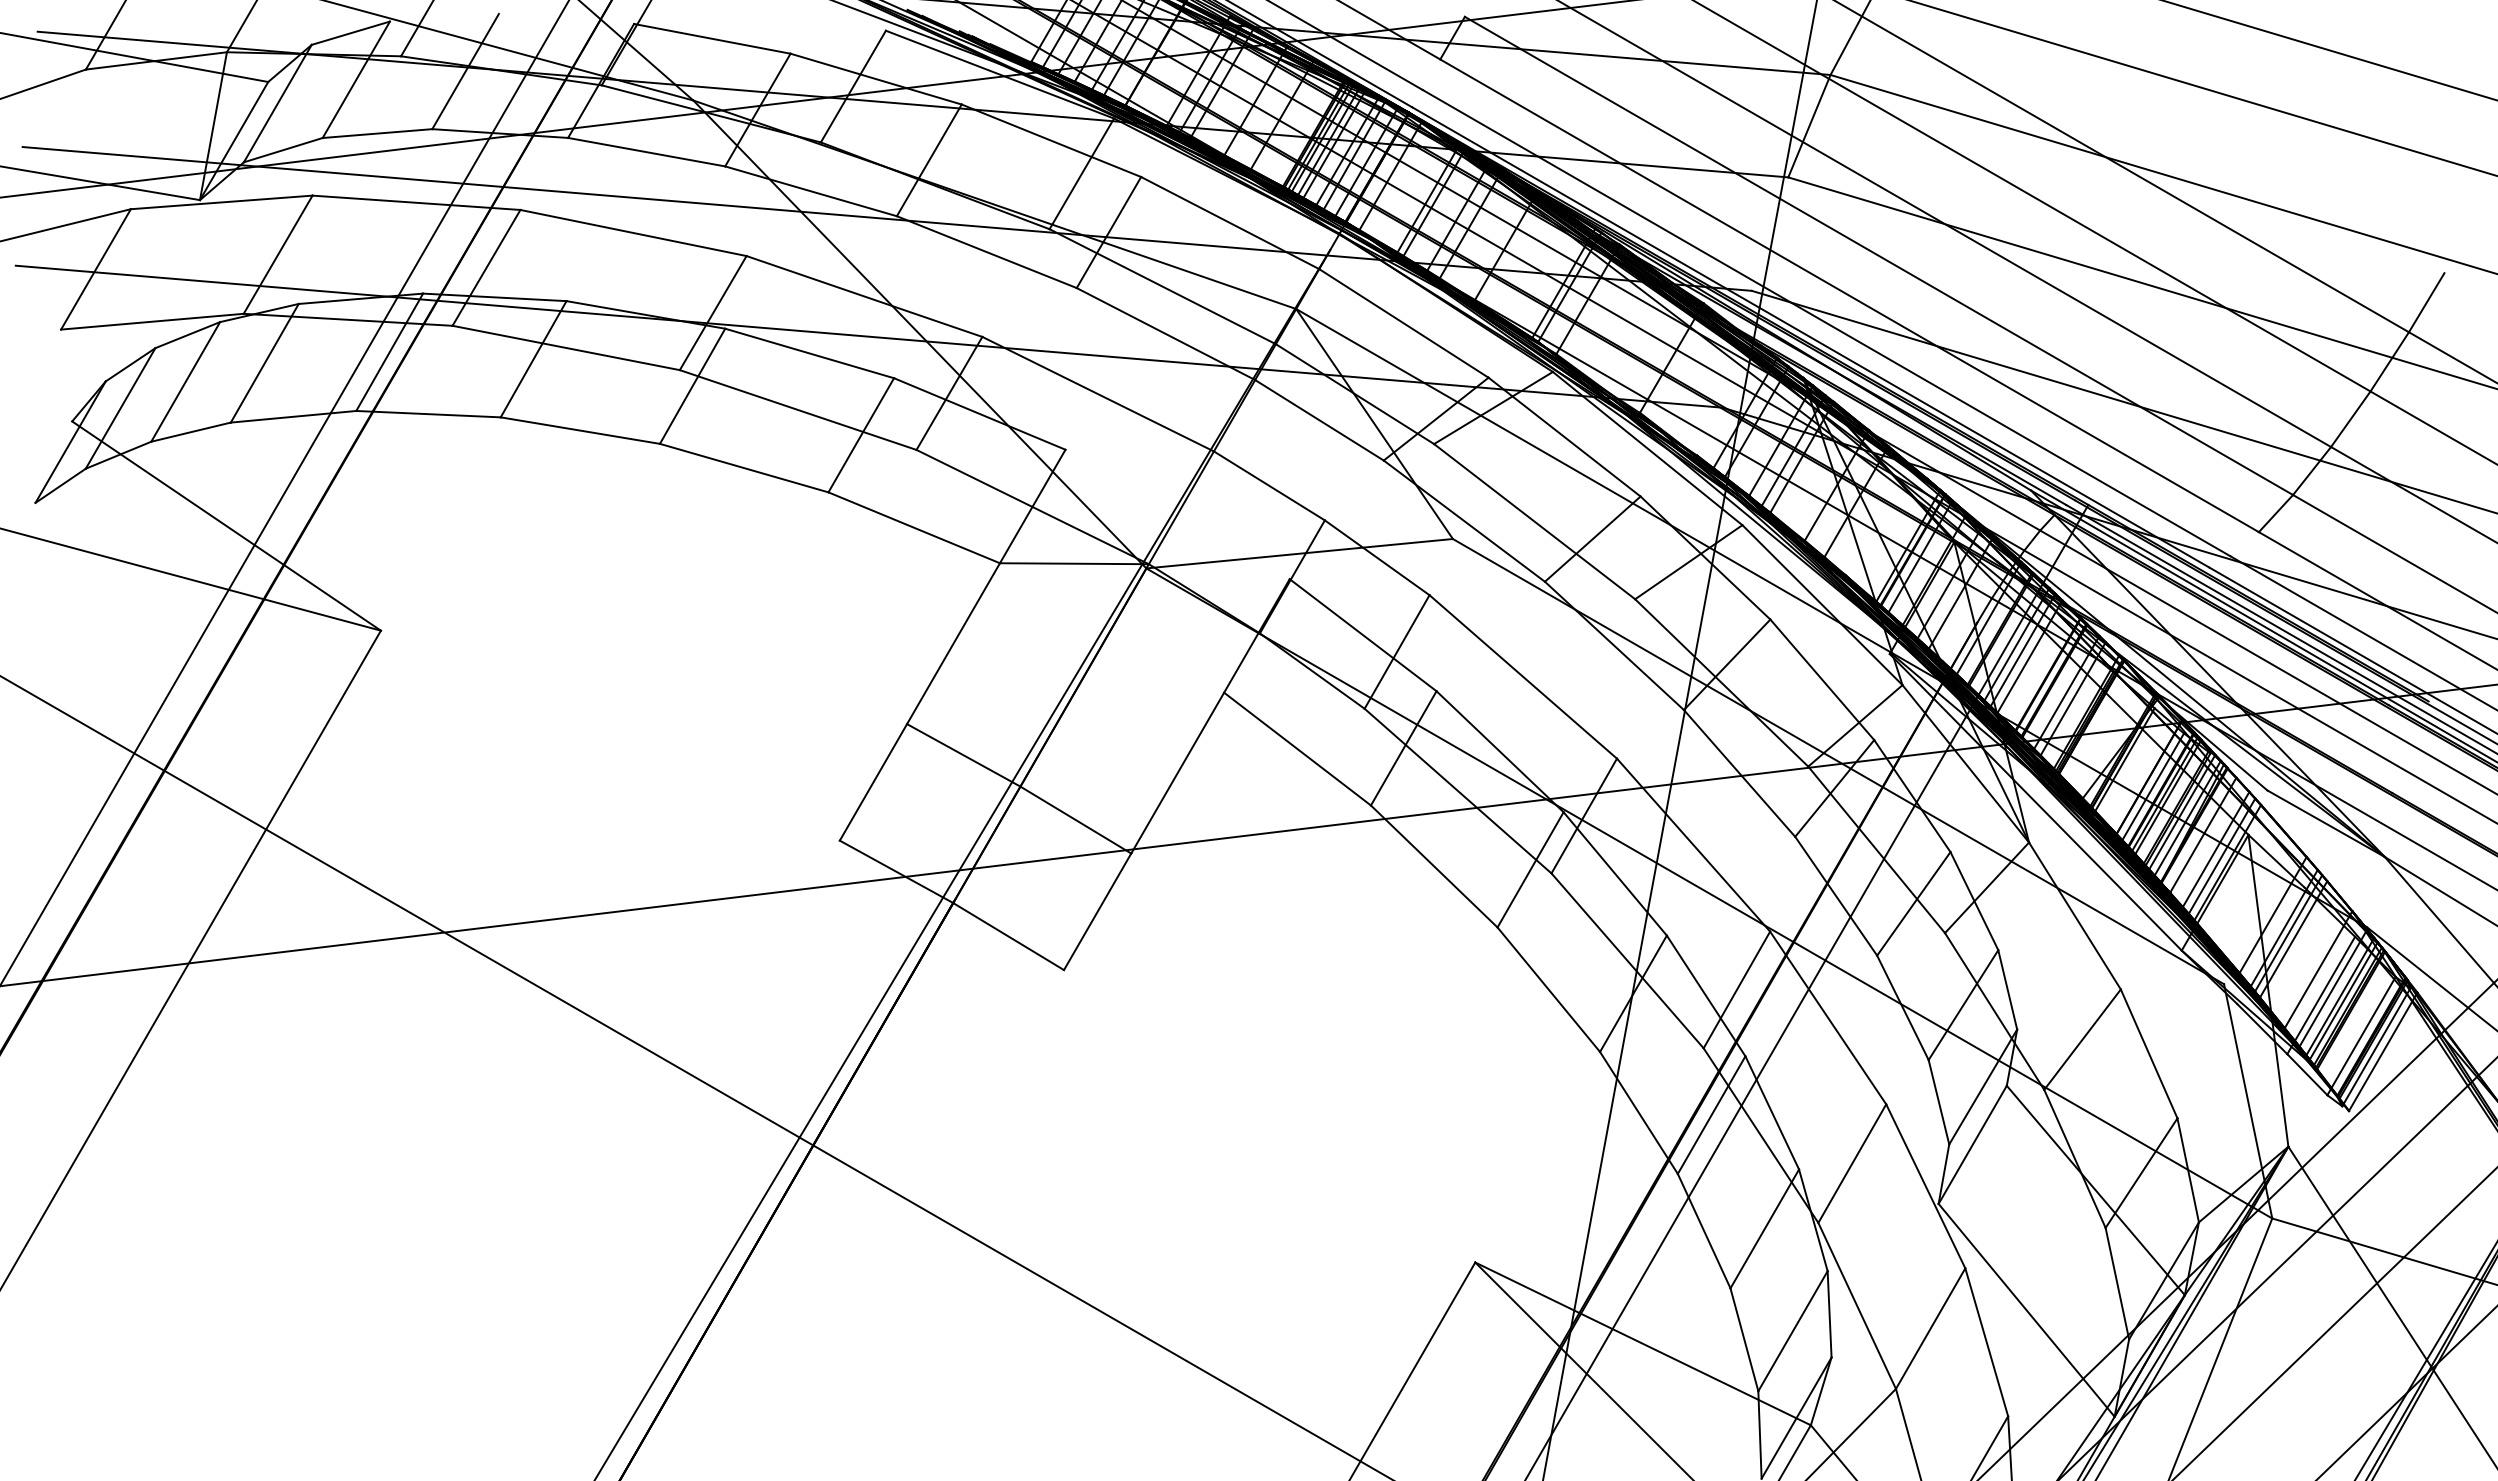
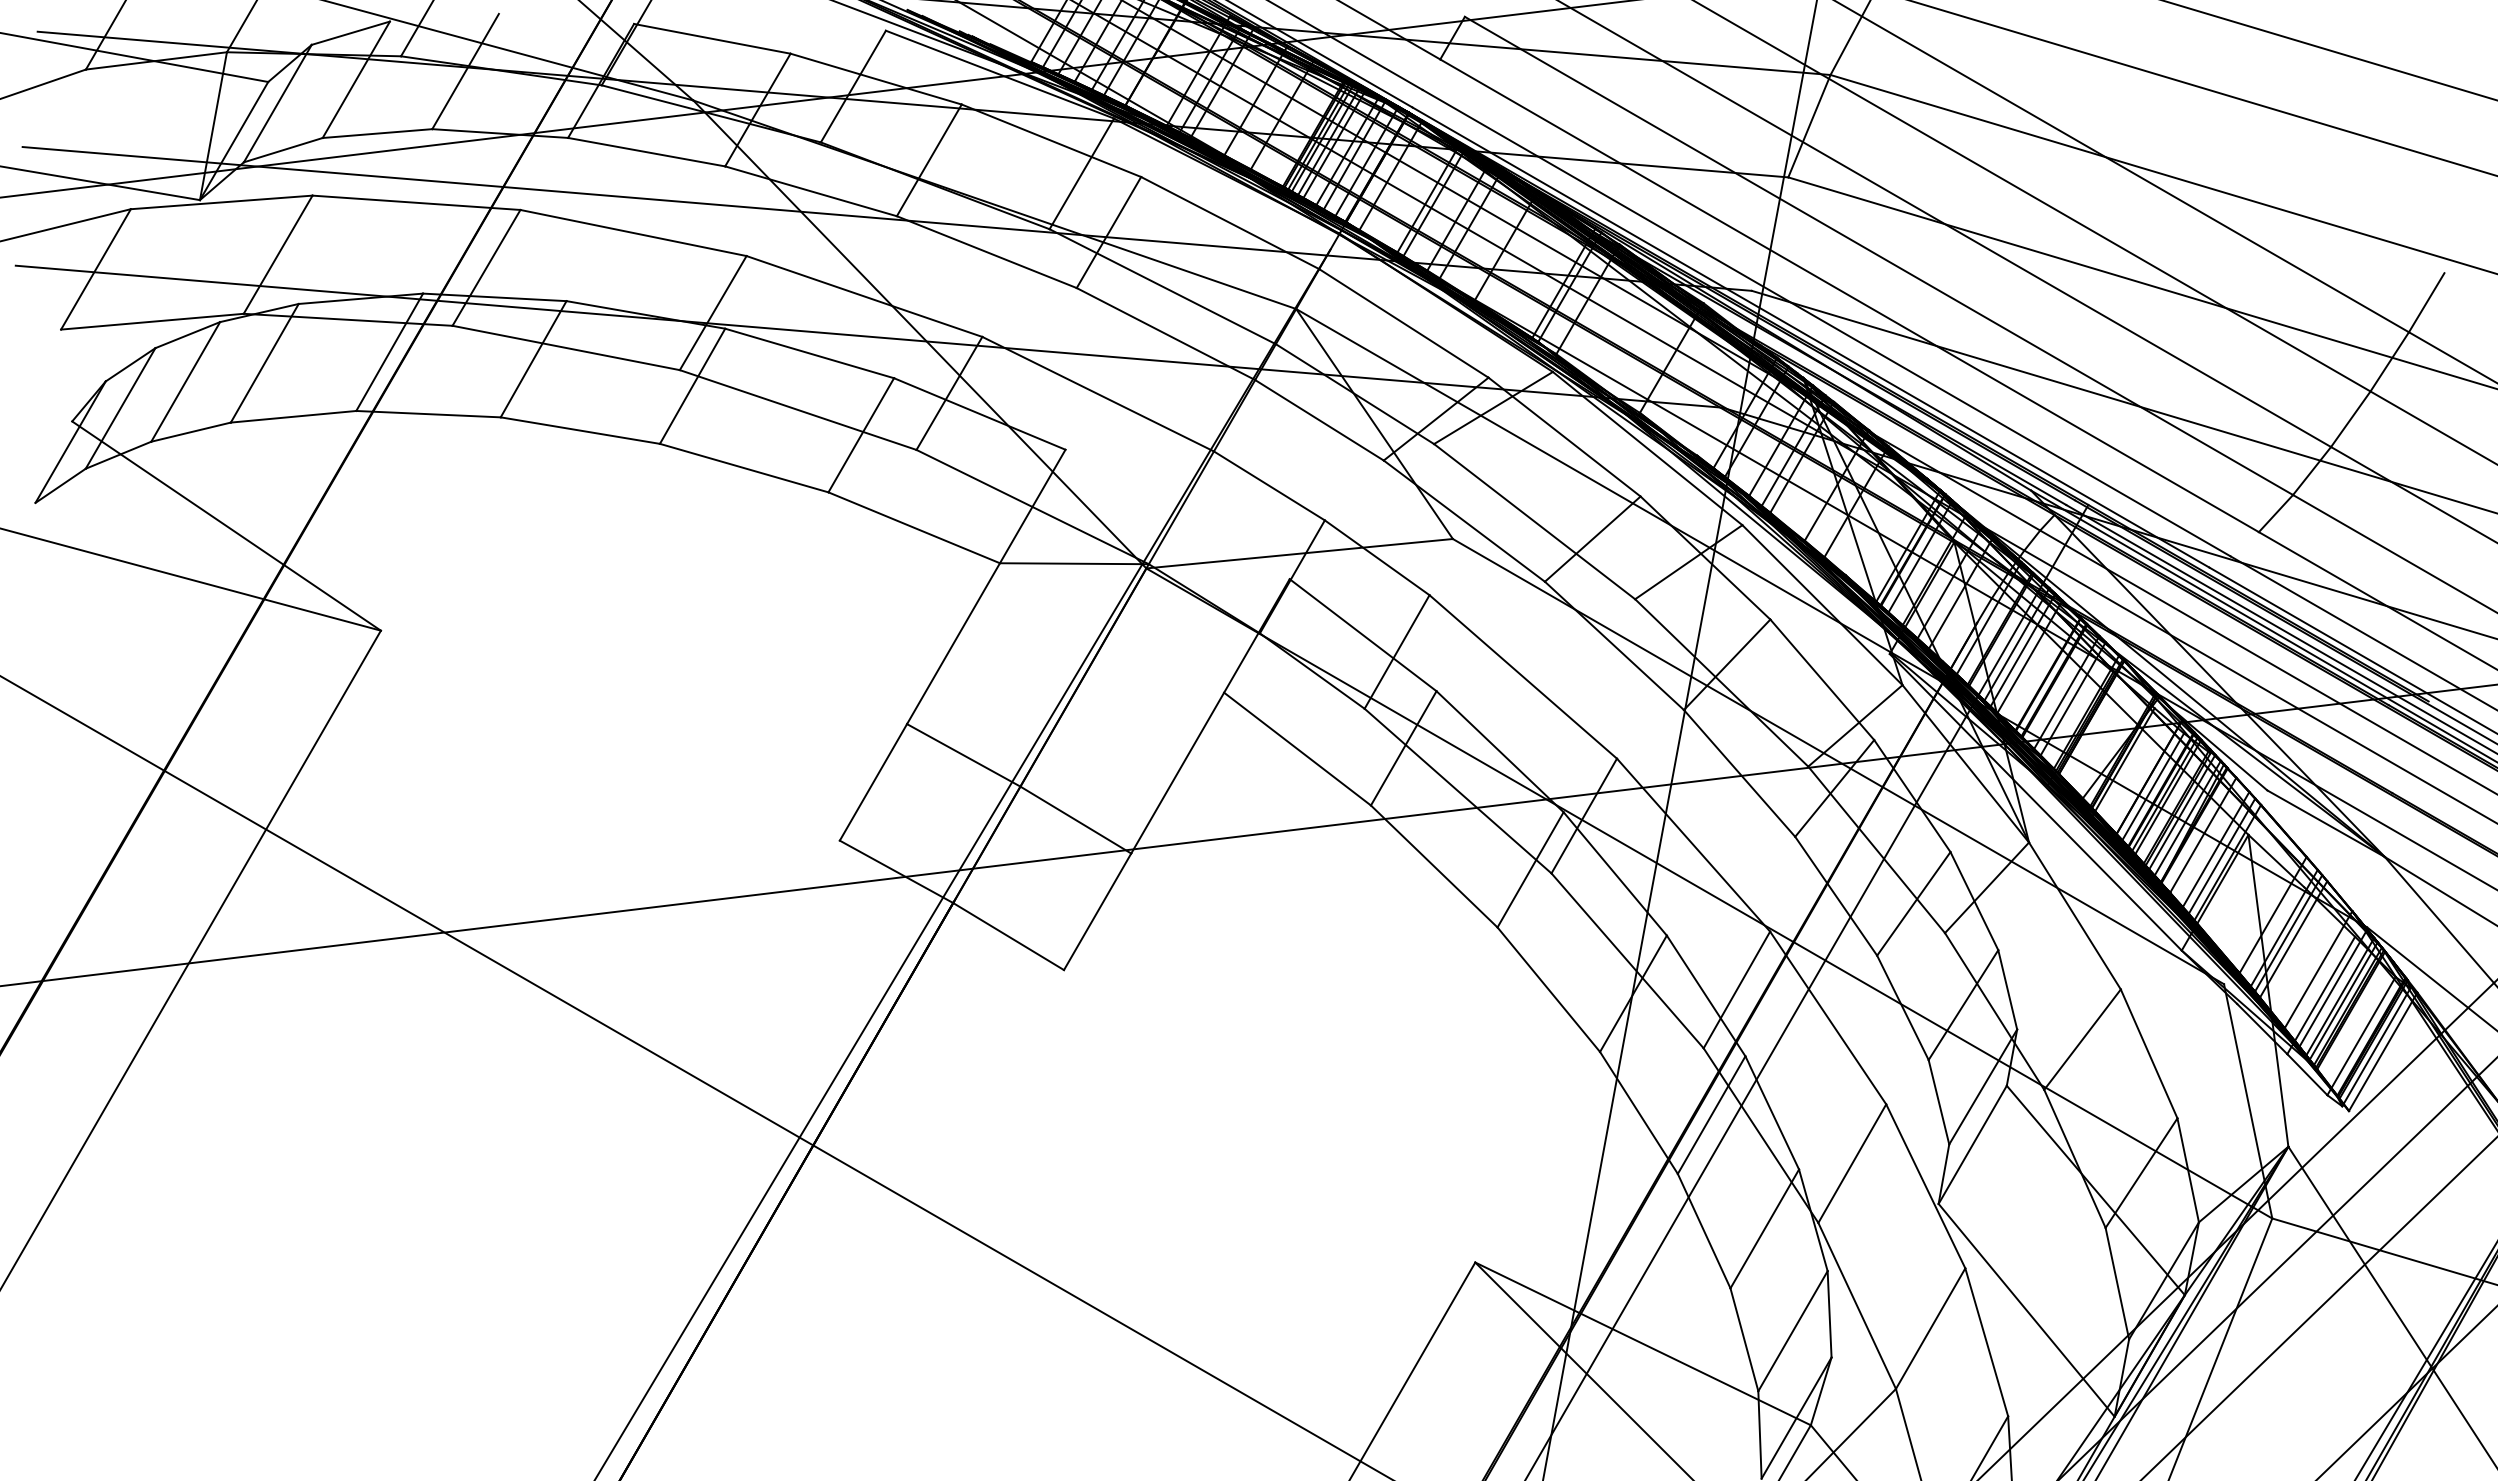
line at (284, 491): present -> none
line at (2334, 1323) position: (2334, 1323) -> (2318, 1308)
